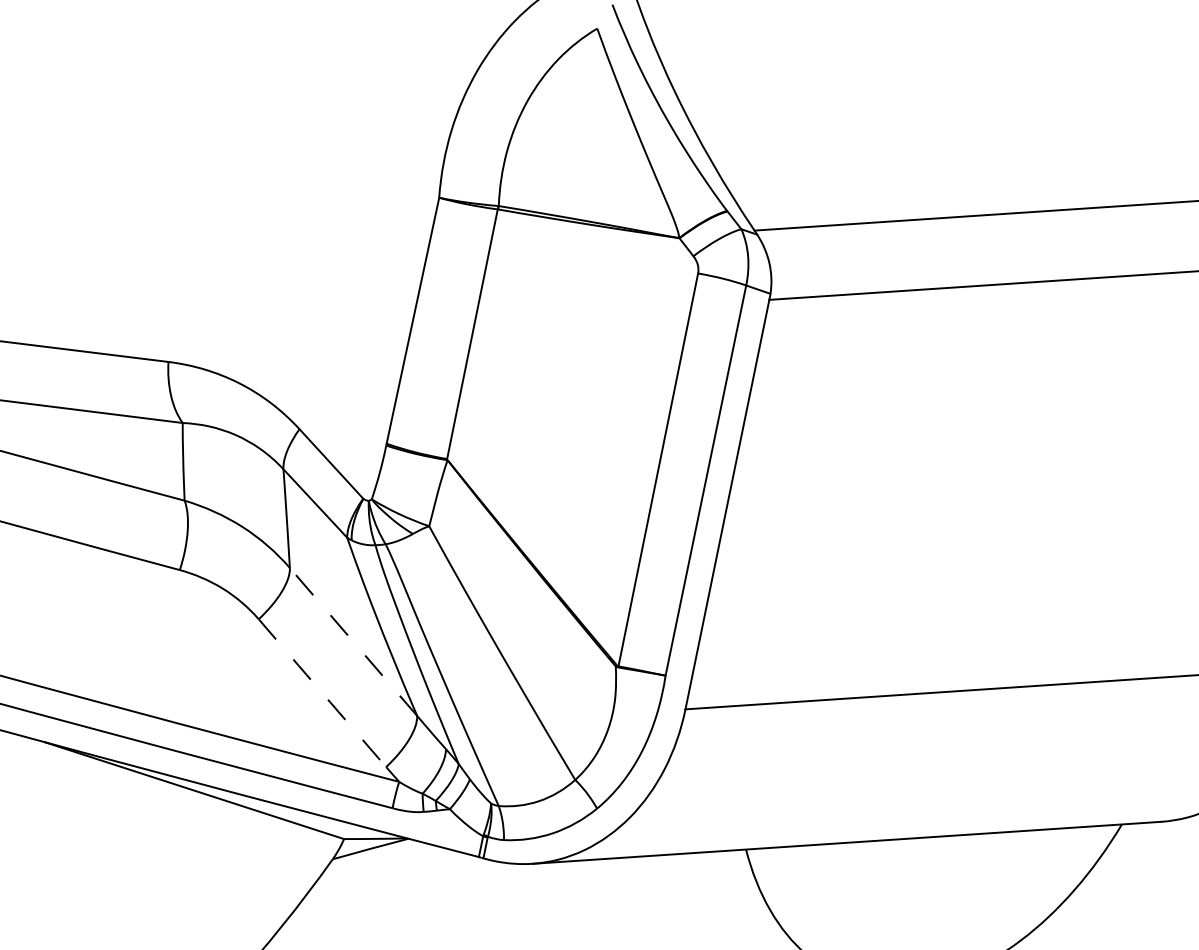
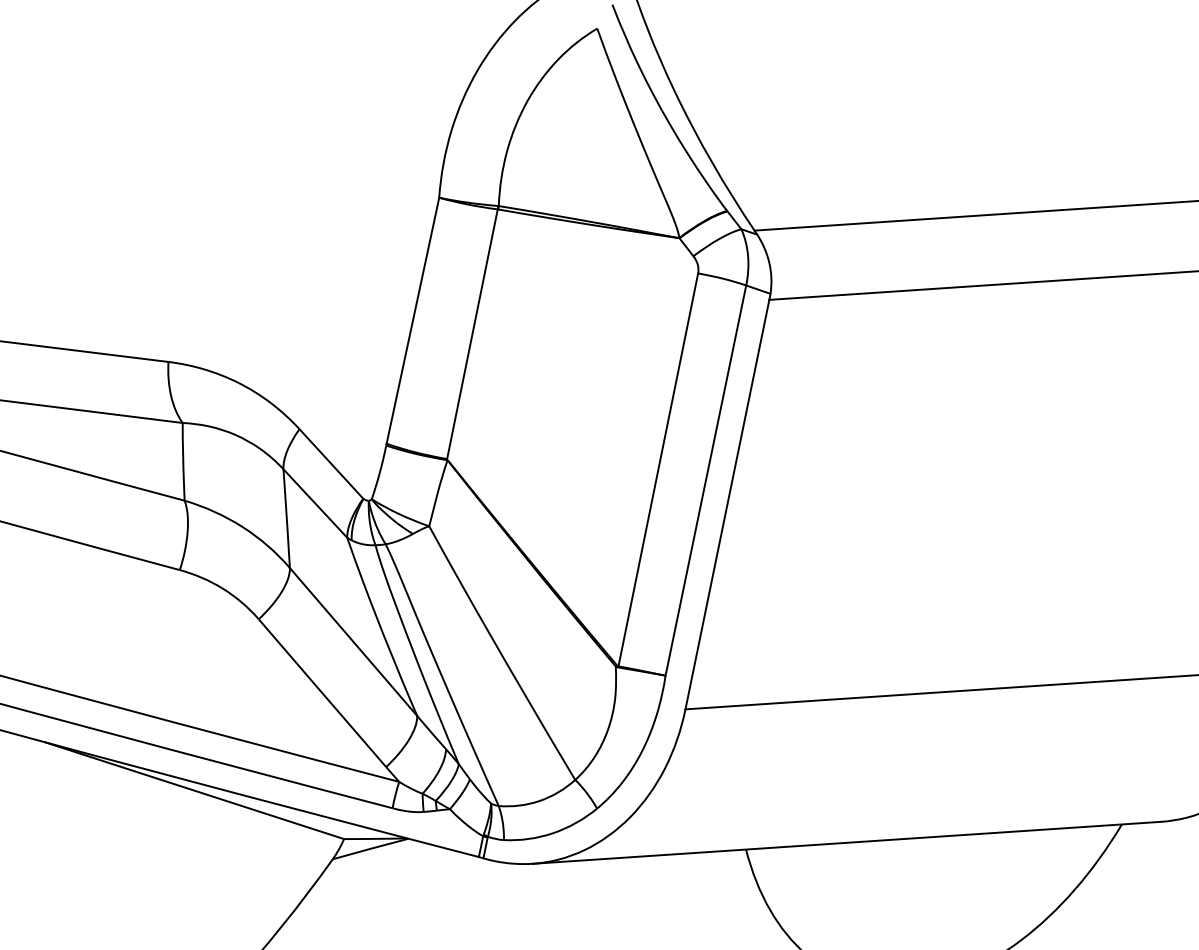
line at (353, 641): dashed -> solid
arc at (322, 693): dashed -> solid
